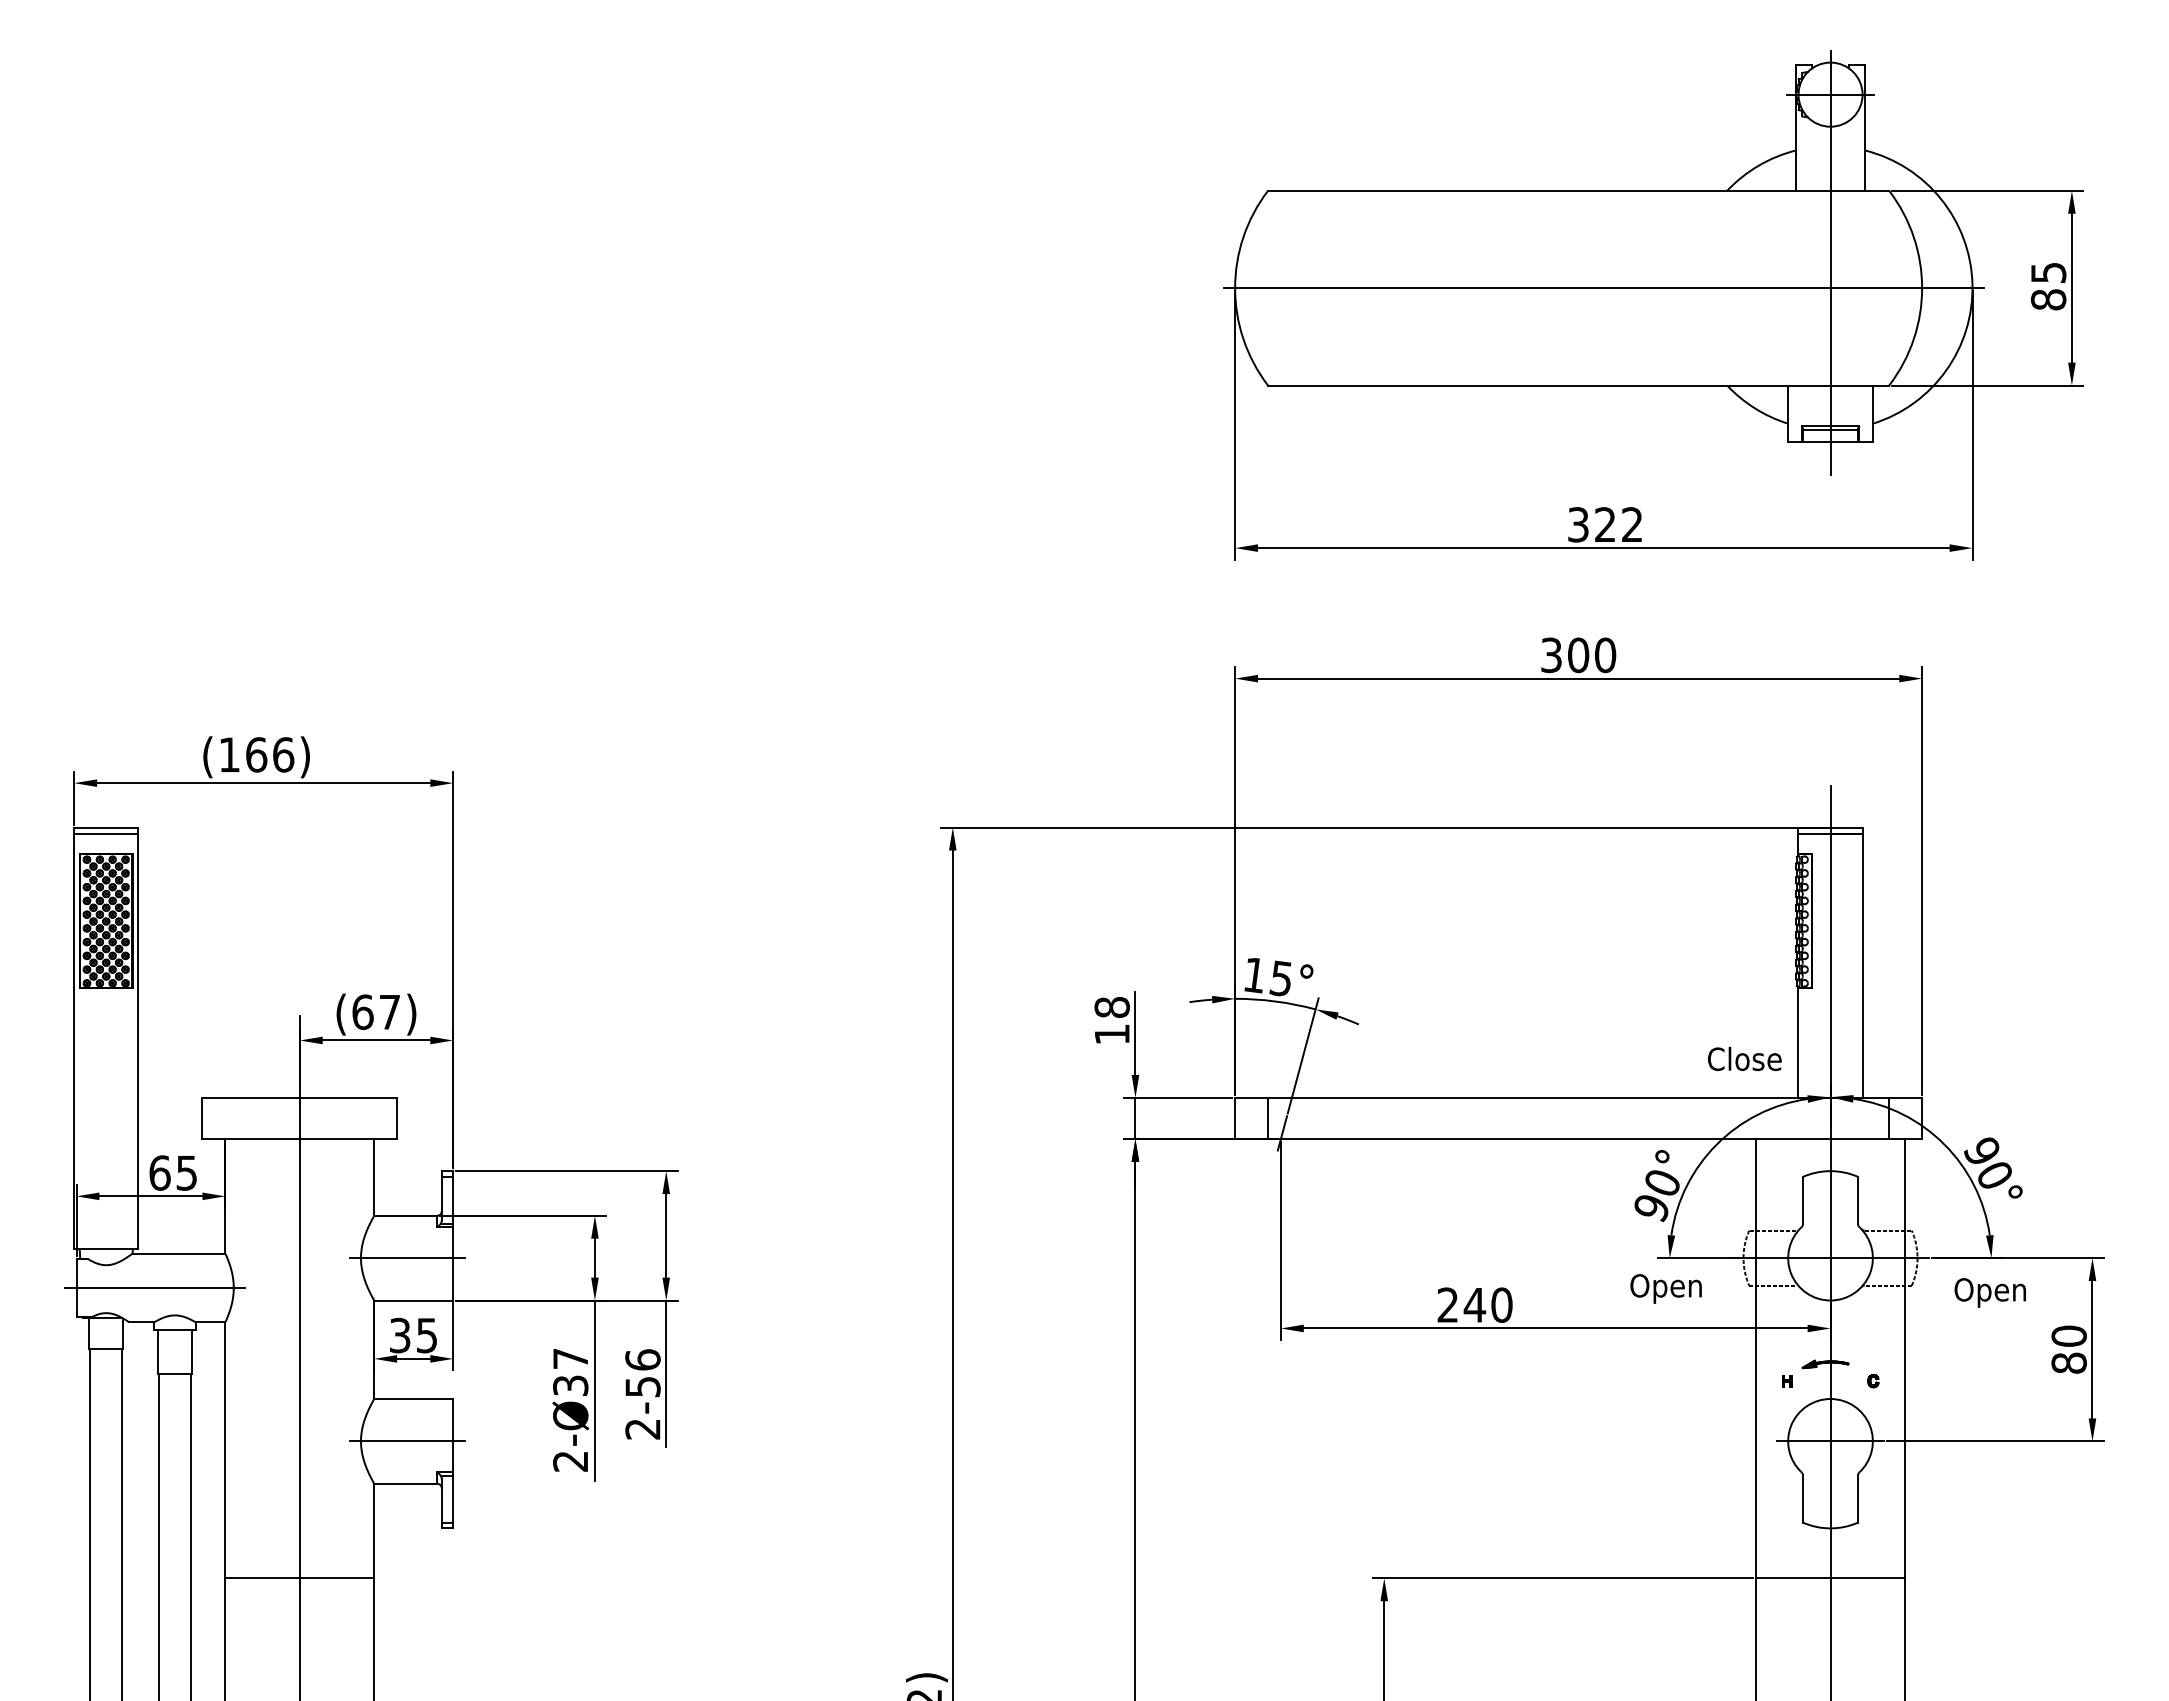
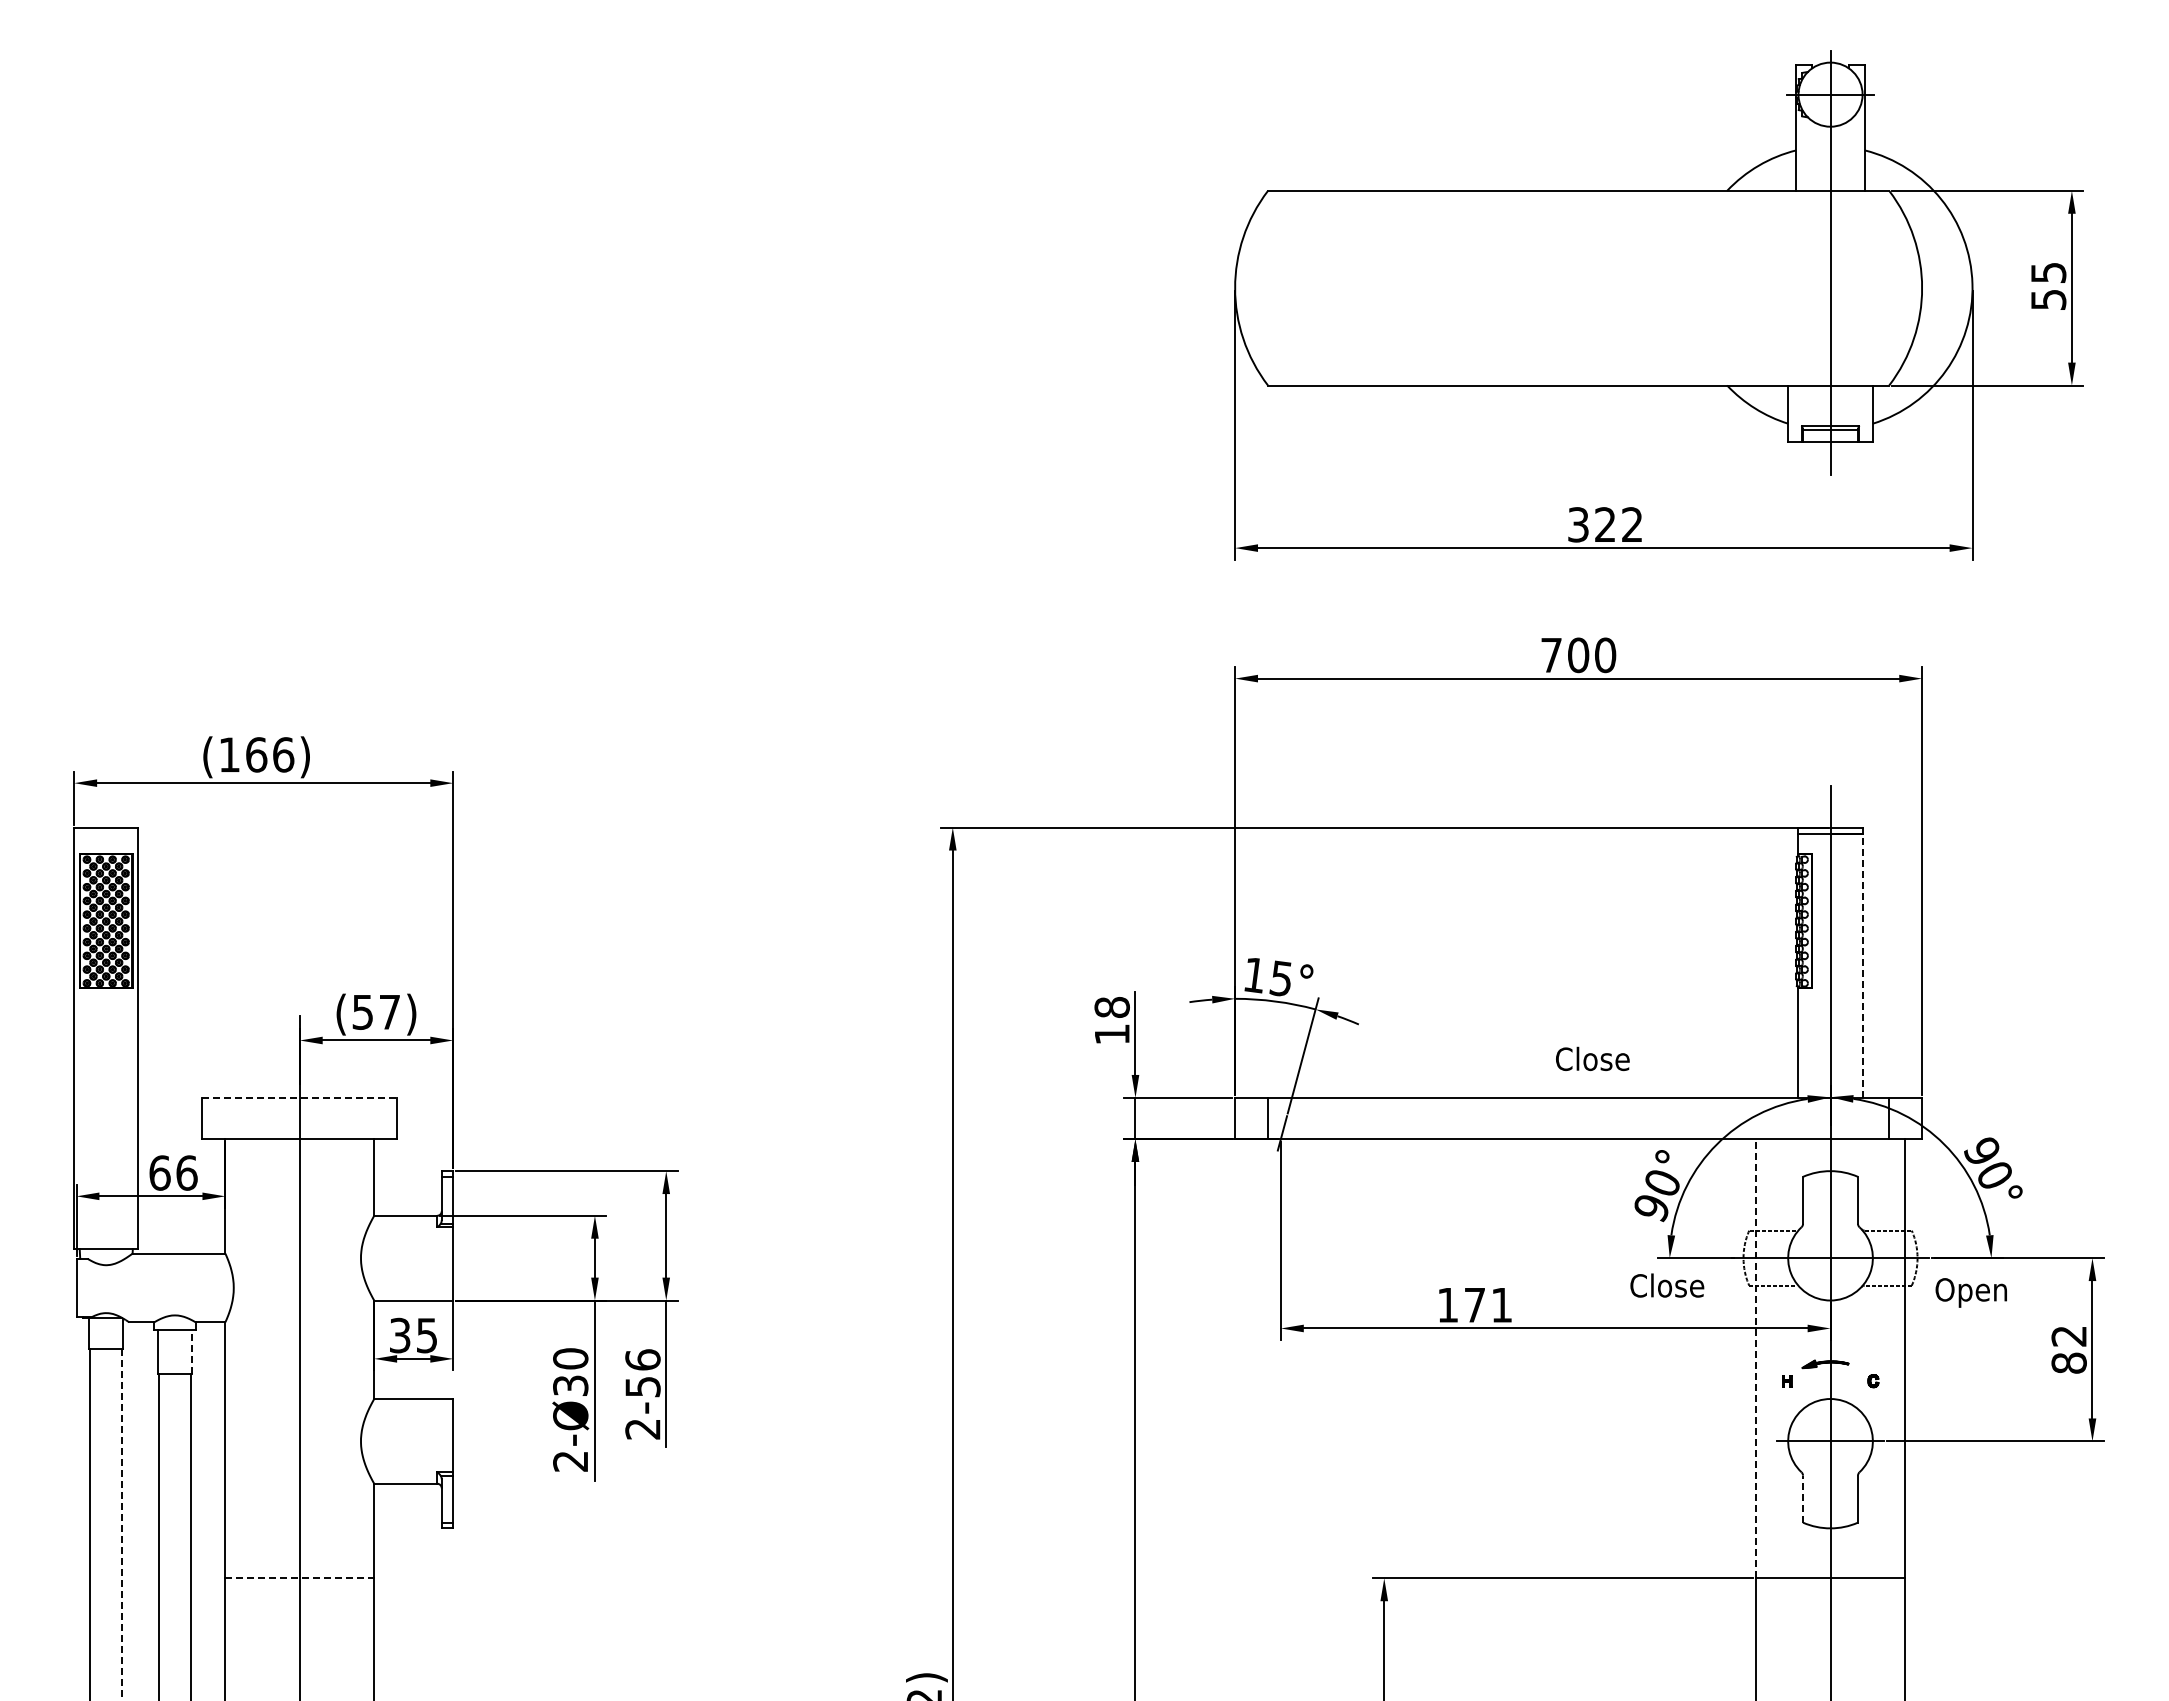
line at (1603, 288): present -> none
text at (2048, 299): 85 -> 55
text at (1551, 655): 300 -> 700
line at (106, 834): present -> none
line at (1862, 966): solid -> dashed
text at (362, 1011): (67) -> (57)
text at (1744, 1058) position: (1744, 1058) -> (1592, 1058)
line at (300, 1097): solid -> dashed
text at (186, 1172): 65 -> 66
line at (406, 1258): present -> none
line at (155, 1287): present -> none
text at (1670, 1288): Open -> Close
text at (1989, 1292) position: (1989, 1292) -> (1970, 1292)
text at (1474, 1304): 240 -> 171
text at (2068, 1335): 80 -> 82
line at (192, 1352): solid -> dashed
text at (570, 1358): 2-Ø37 -> 2-Ø30
line at (1756, 1358): solid -> dashed
line at (406, 1441): present -> none
line at (1803, 1498): solid -> dashed
line at (122, 1524): solid -> dashed
line at (300, 1578): solid -> dashed
